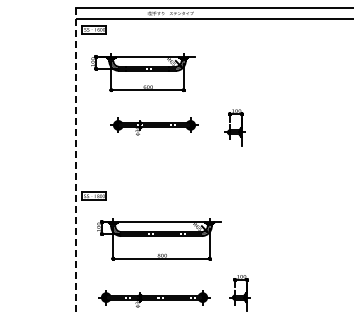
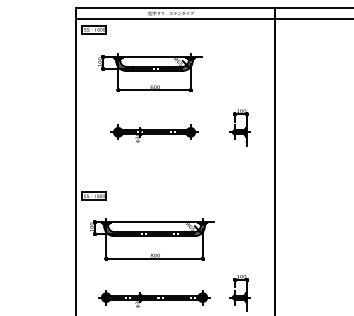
part at (143, 72) position: (143, 72) -> (150, 72)
part at (154, 126) position: (154, 126) -> (154, 133)
part at (234, 127) position: (234, 127) -> (239, 127)
line at (274, 159): none -> present
line at (76, 161): dashed -> solid
part at (159, 239) position: (159, 239) -> (152, 239)
